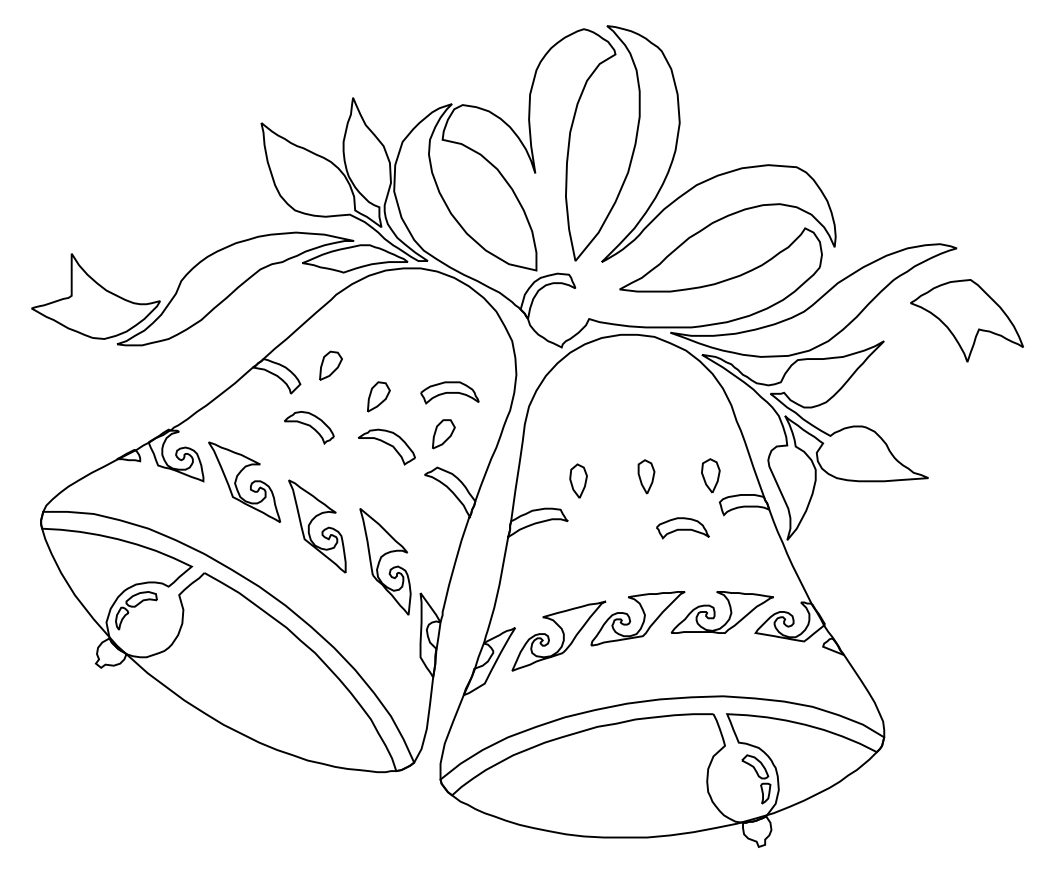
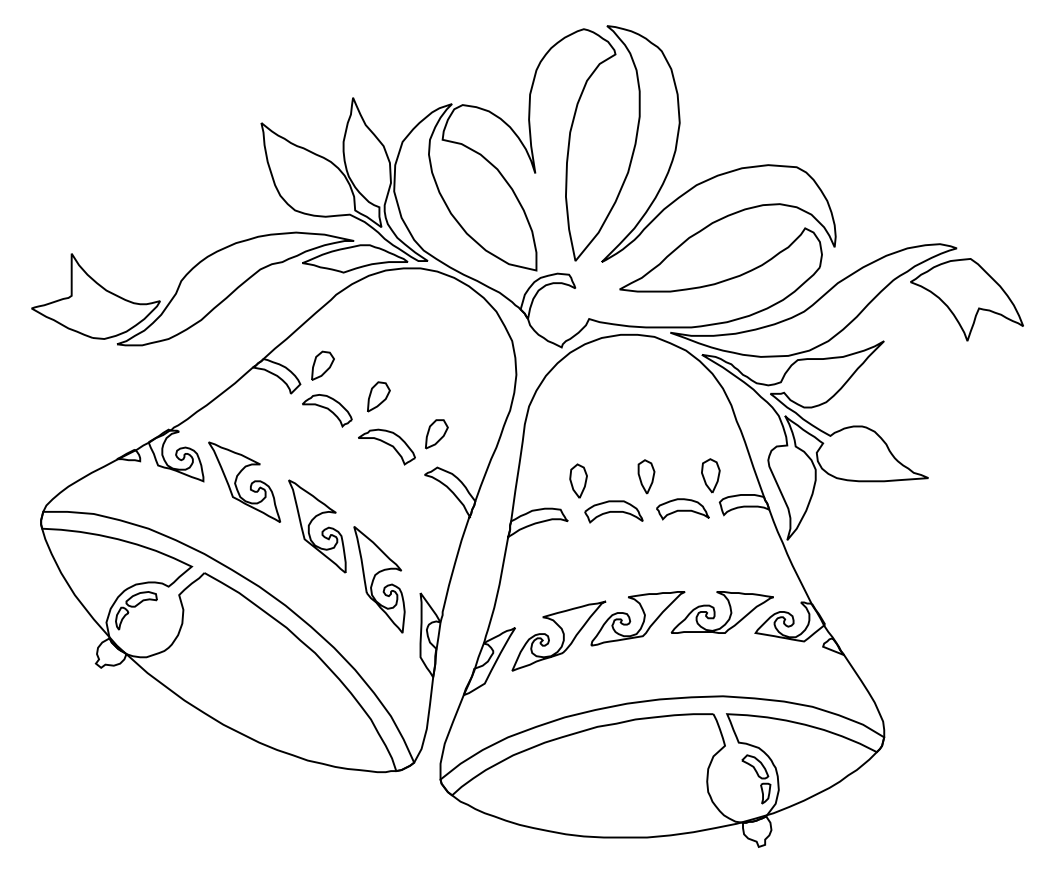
part at (966, 320) position: (966, 320) -> (966, 299)
part at (330, 365) position: (330, 365) -> (322, 365)
part at (449, 392) position: (449, 392) -> (613, 511)
part at (309, 427) position: (309, 427) -> (327, 410)
part at (443, 434) position: (443, 434) -> (436, 434)
part at (682, 528) position: (682, 528) -> (682, 509)
part at (385, 561) position: (385, 561) -> (379, 579)
